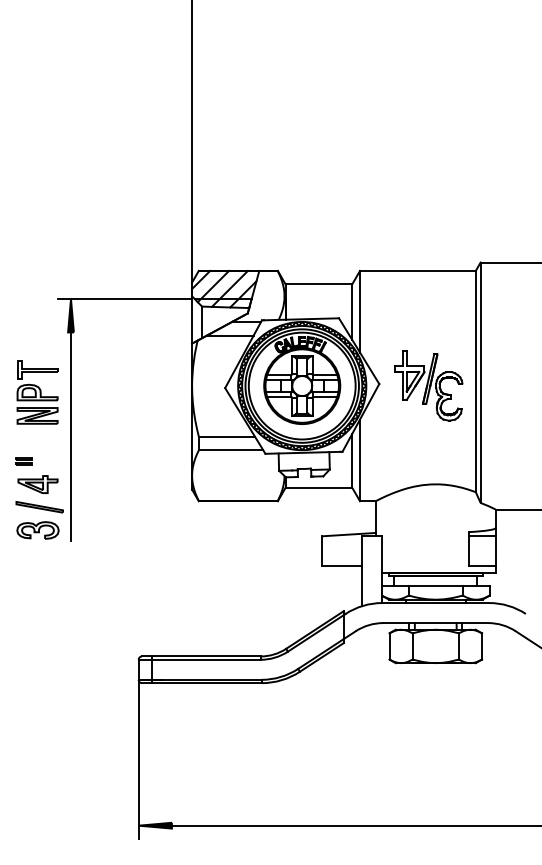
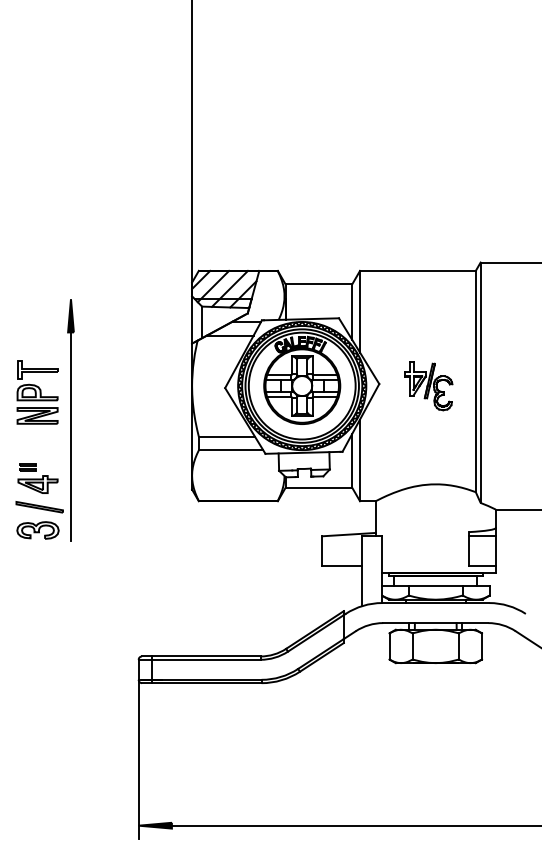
line at (124, 299): present -> none
part at (428, 385) size: 70x72 px -> 50x51 px
part at (23, 461) position: (23, 461) -> (27, 467)
